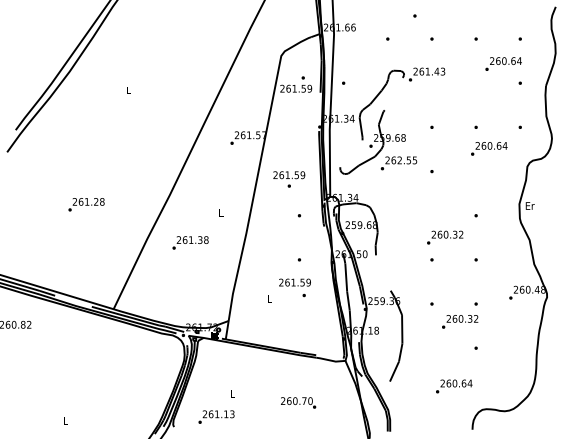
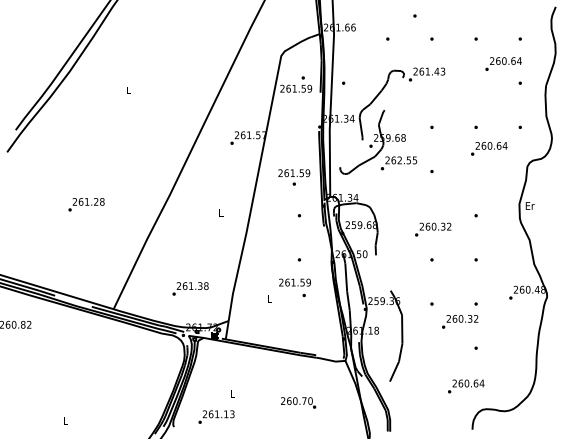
text at (289, 179) position: (289, 179) -> (294, 177)
text at (445, 237) position: (445, 237) -> (433, 229)
text at (190, 242) position: (190, 242) -> (190, 288)
text at (454, 386) position: (454, 386) -> (466, 386)
